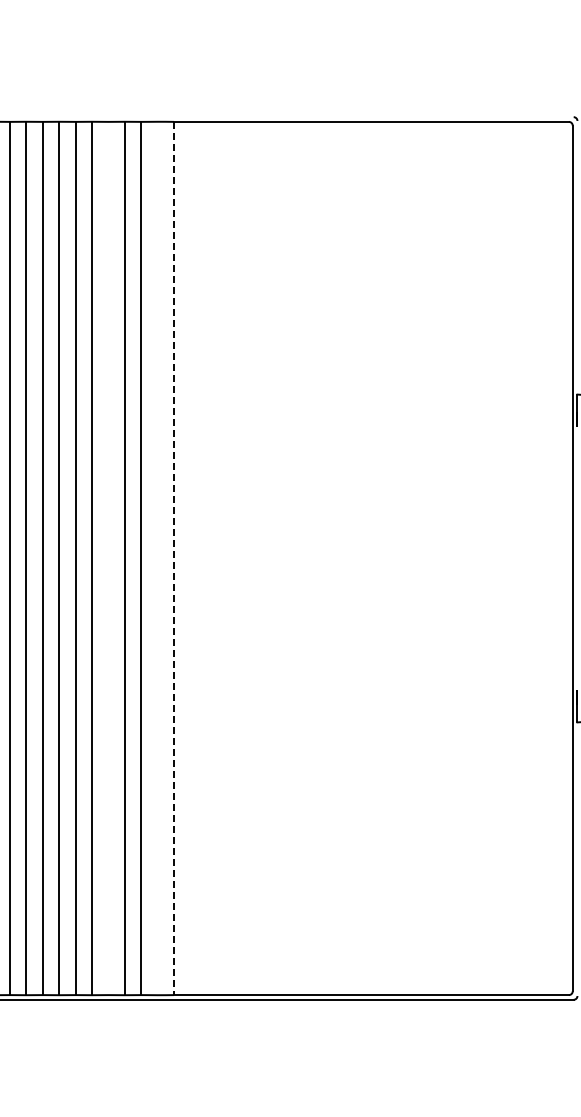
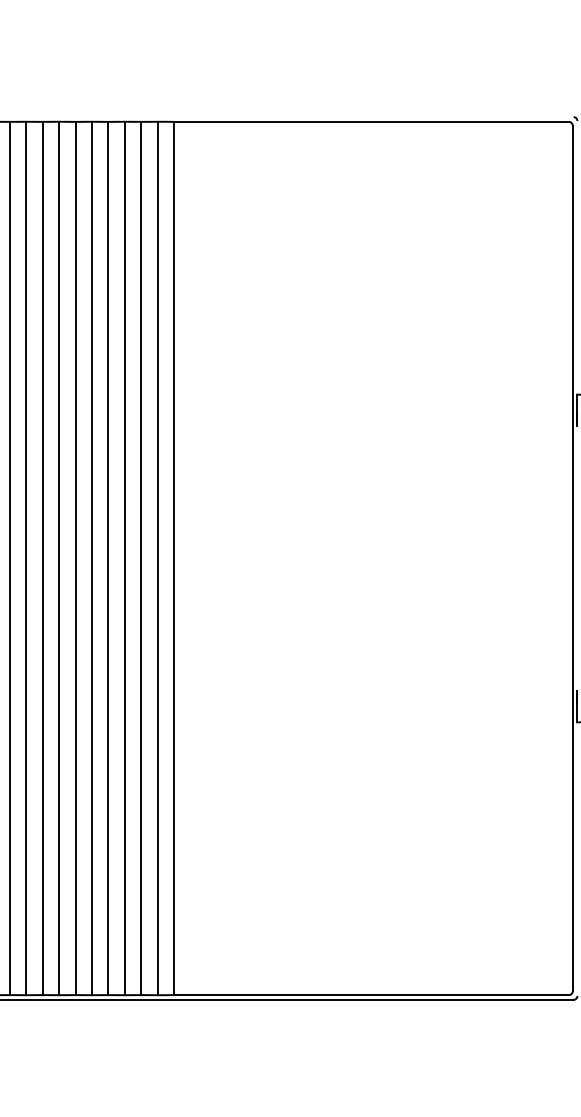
line at (108, 558): none -> present
line at (157, 558): none -> present
line at (173, 558): dashed -> solid
